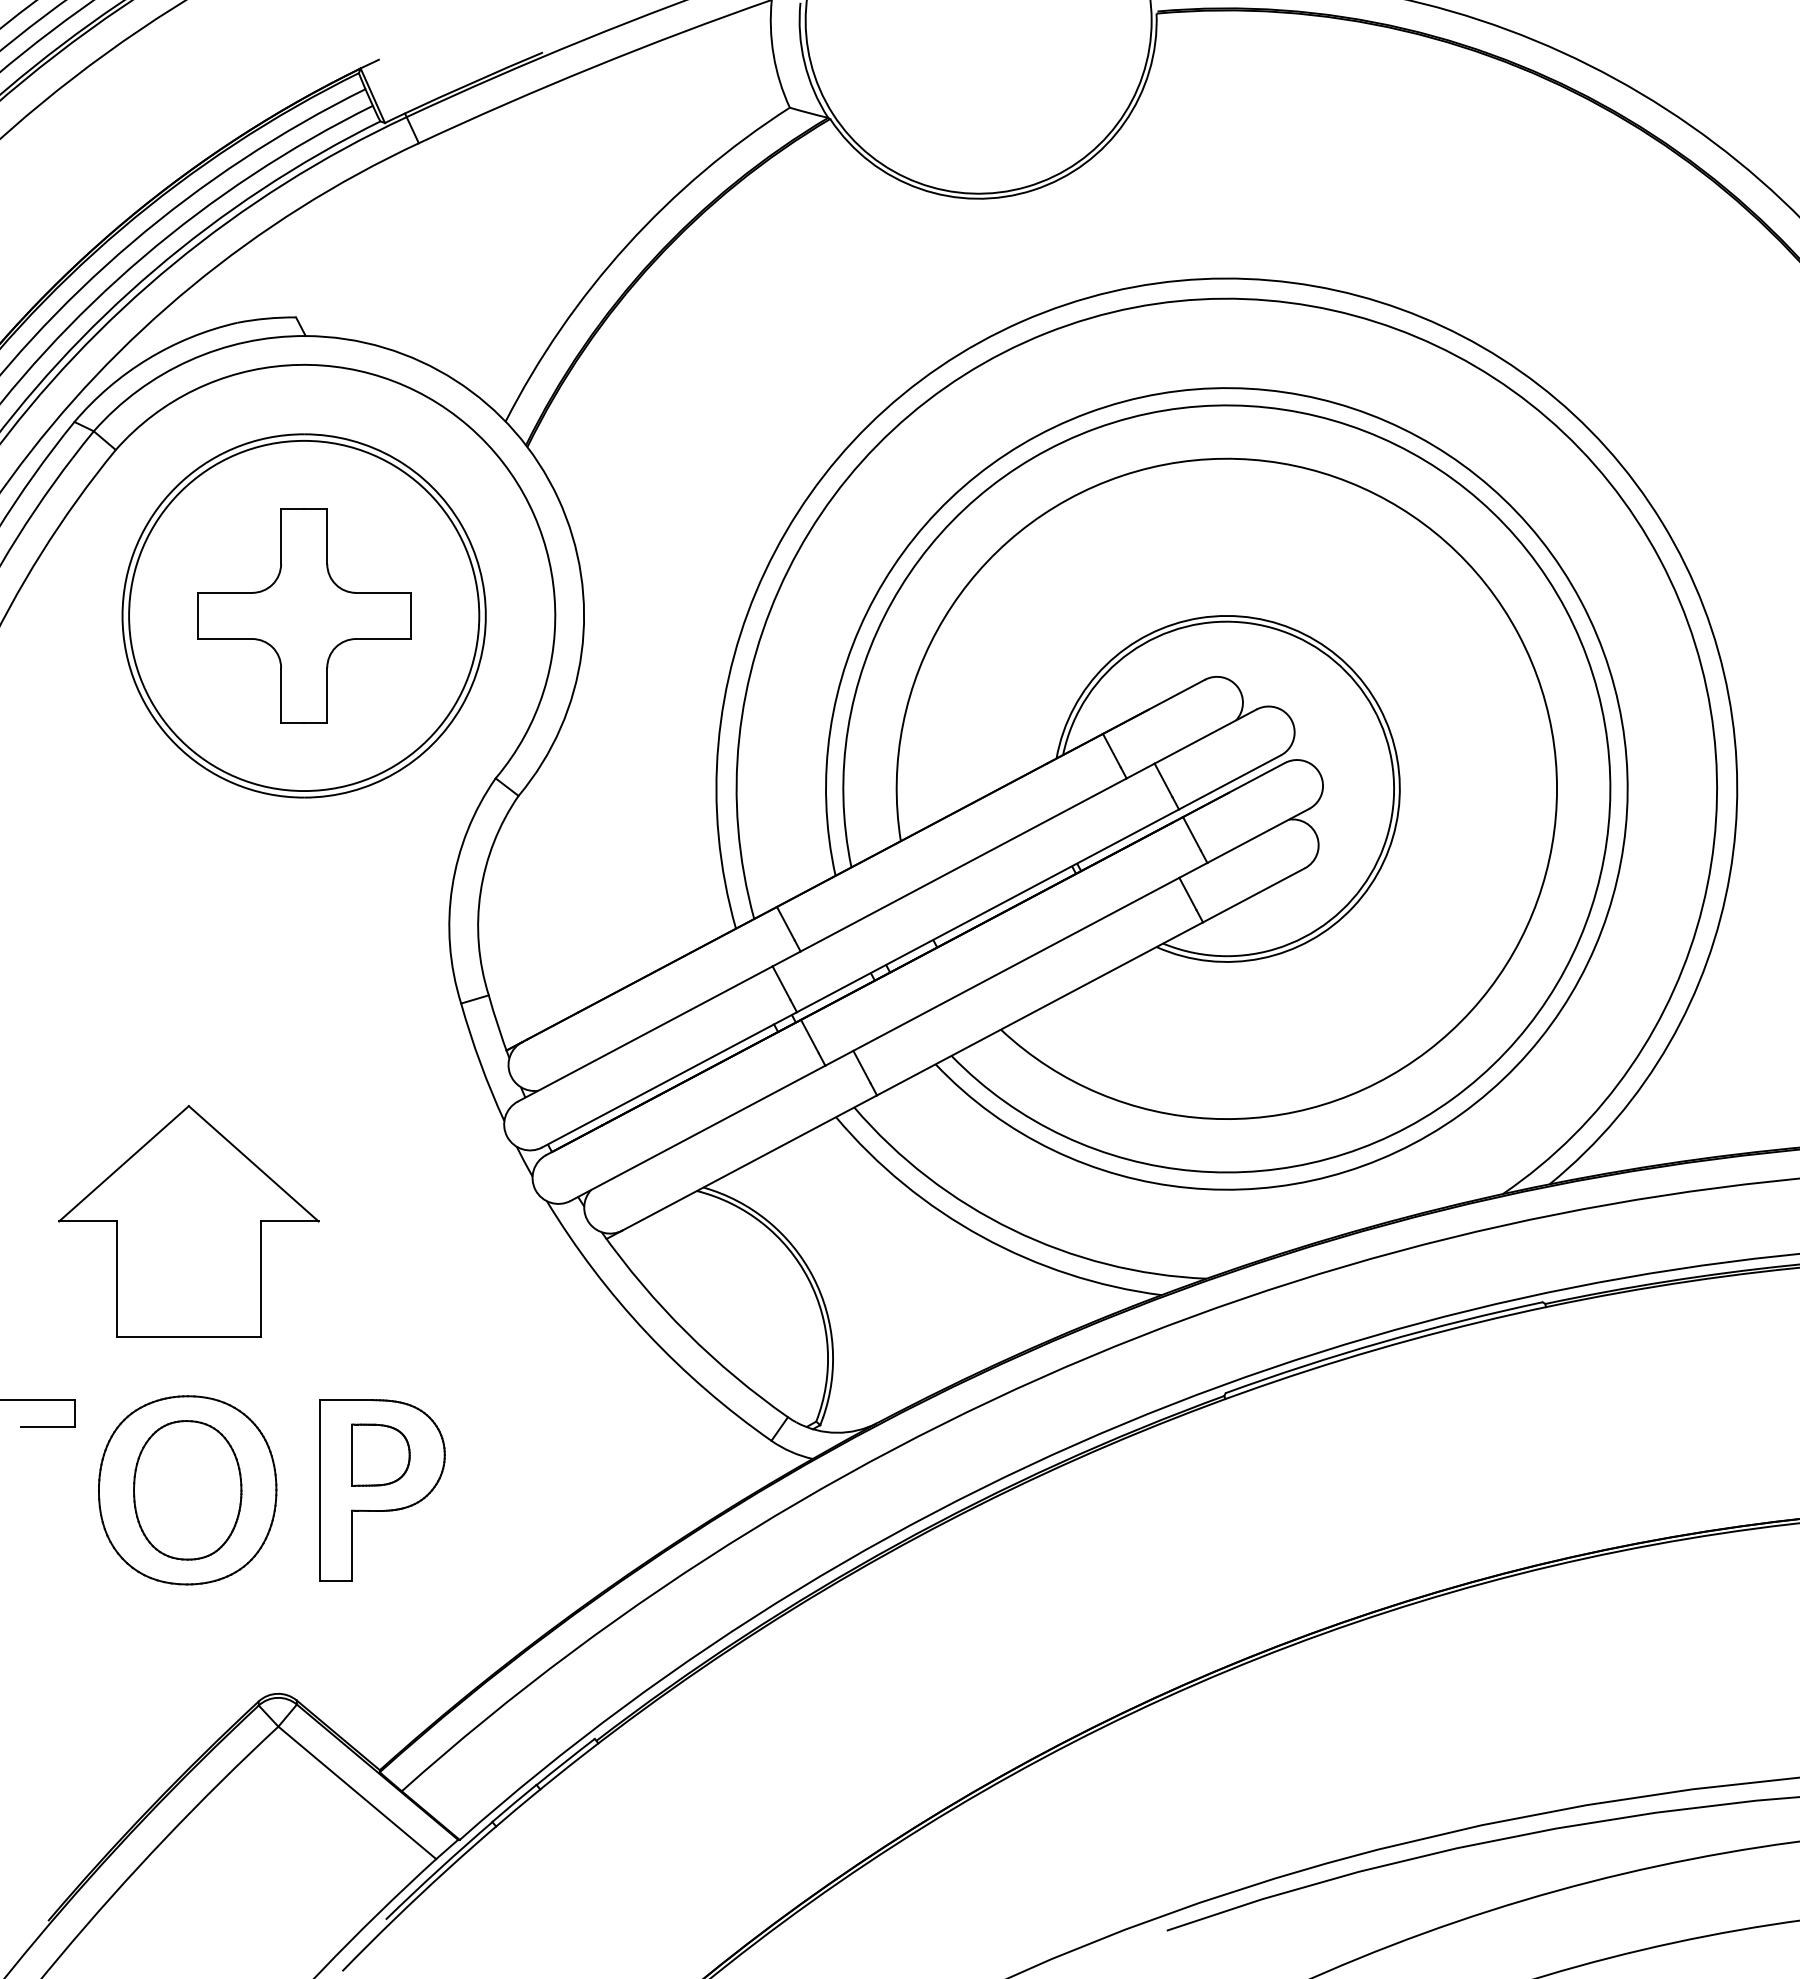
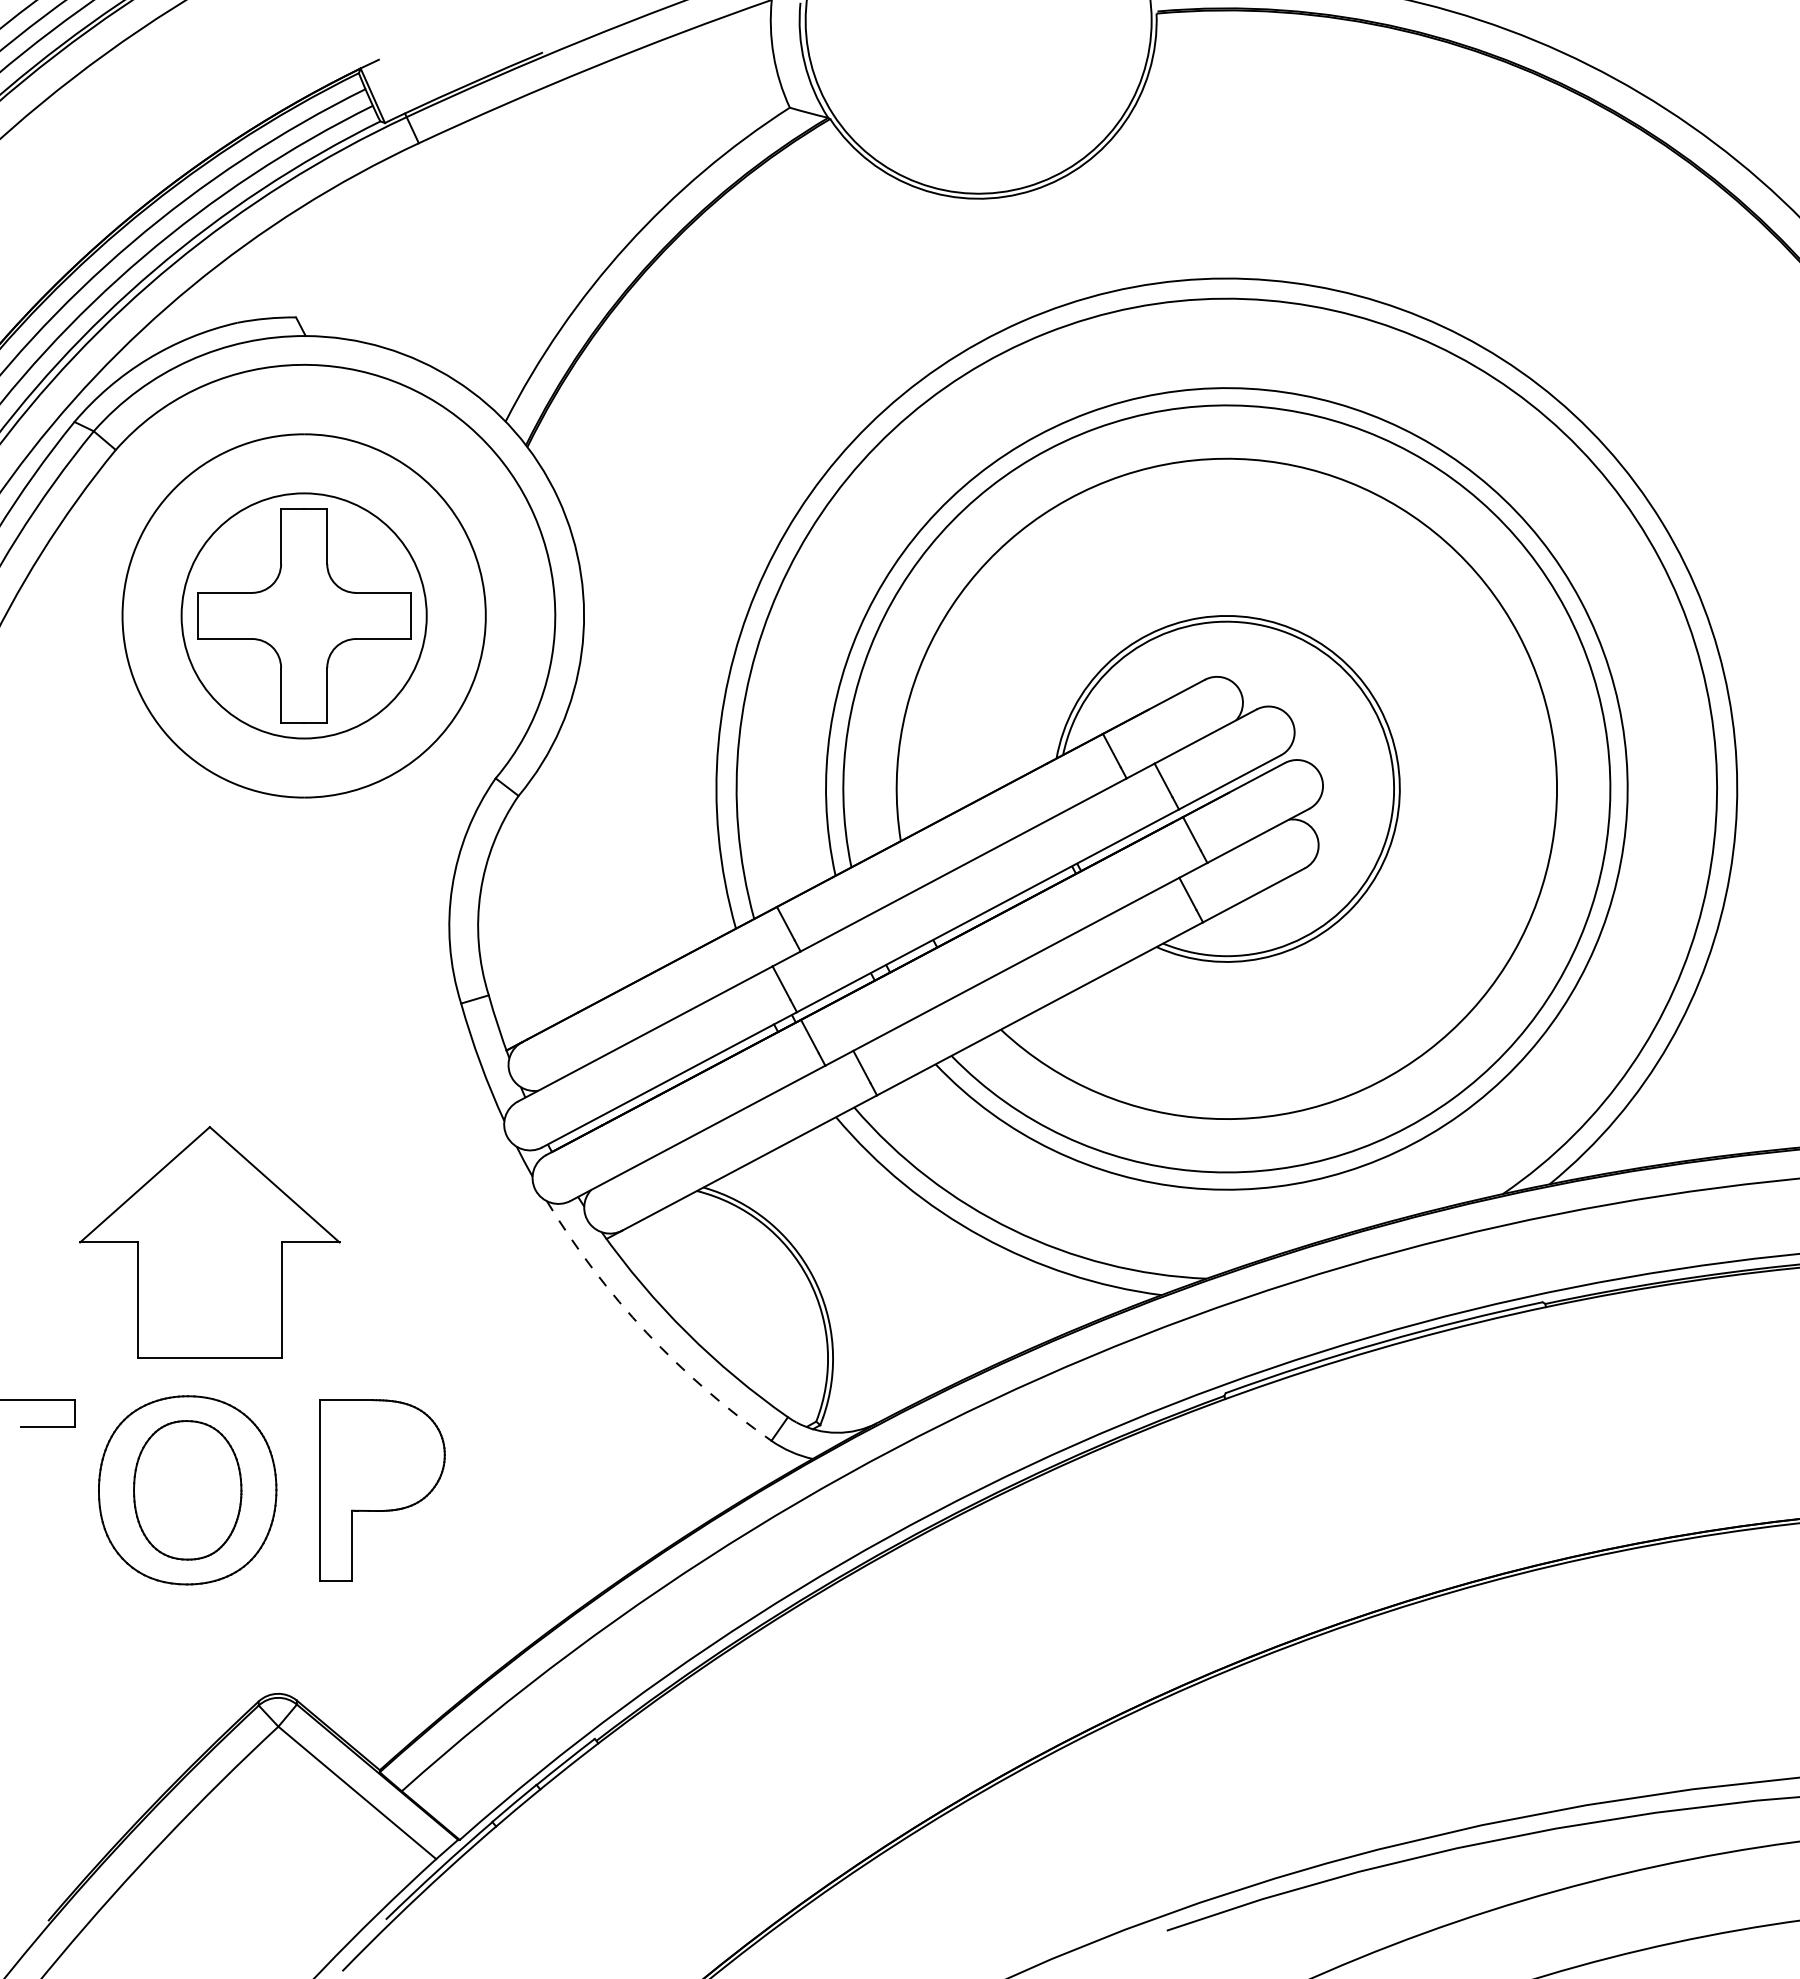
circle at (304, 615) diameter: 350 px -> 245 px
part at (188, 1221) position: (188, 1221) -> (209, 1242)
arc at (646, 1332): solid -> dashed
part at (380, 1454): present -> none
